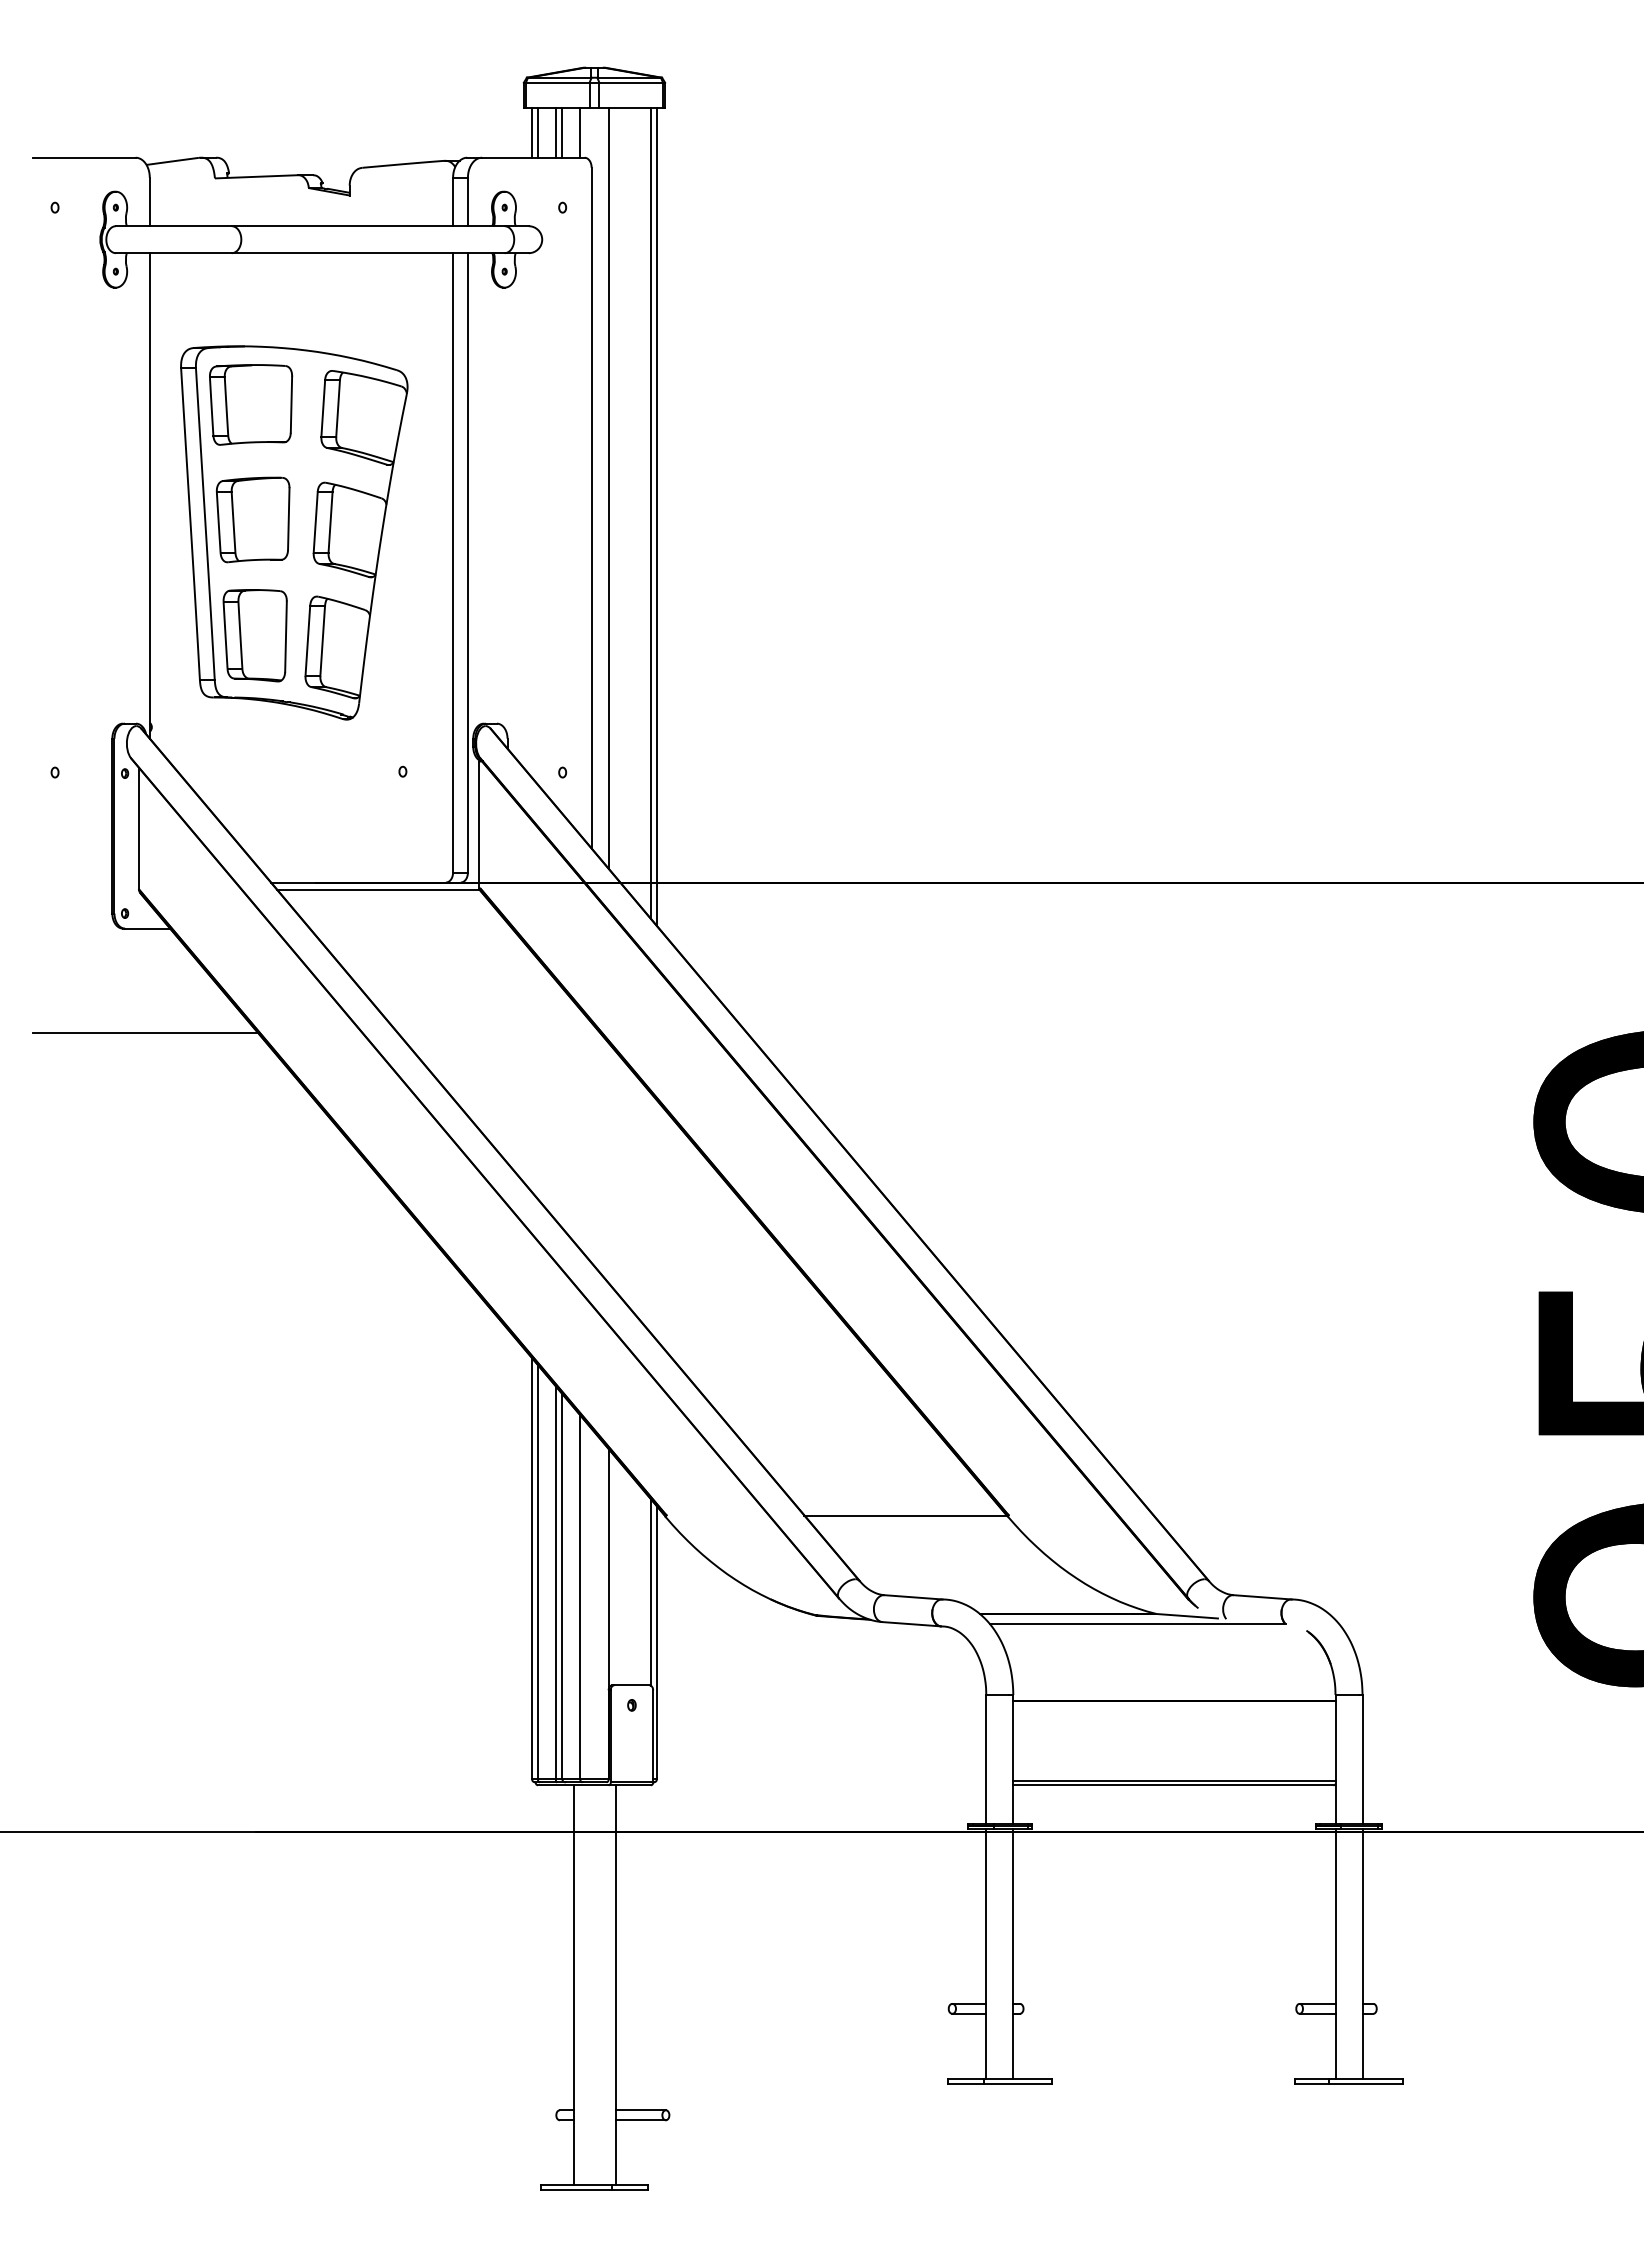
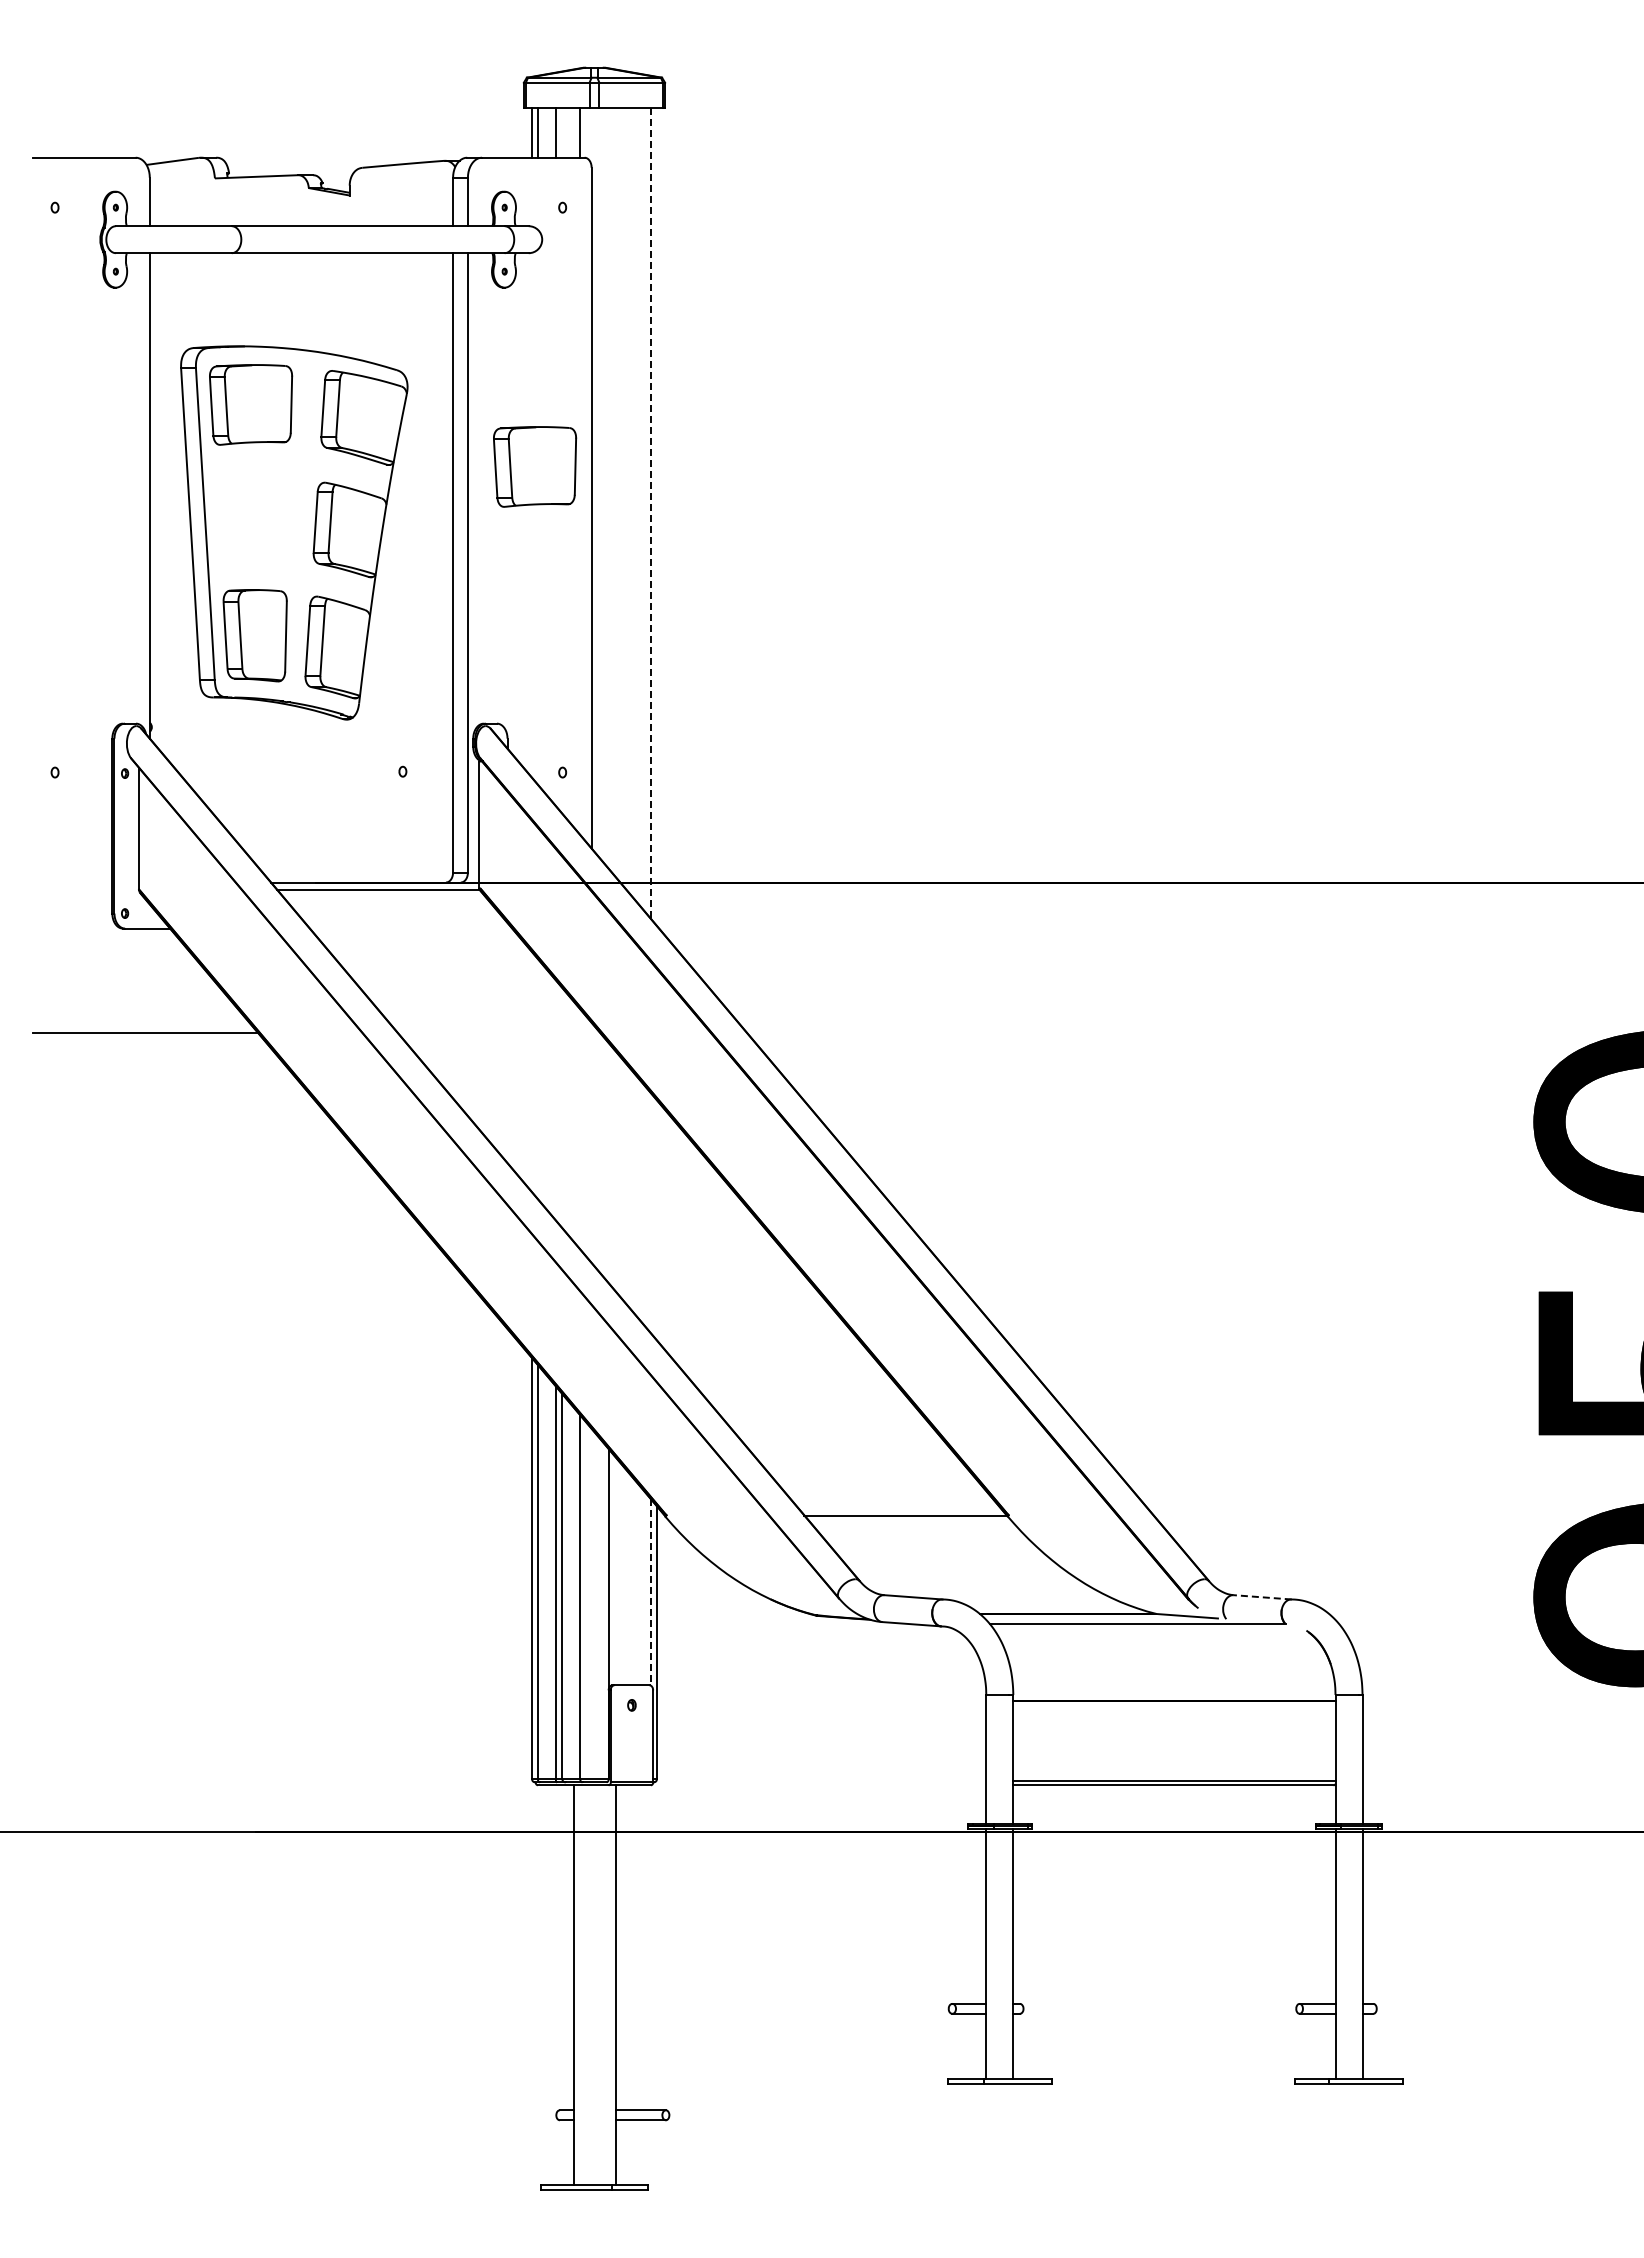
line at (562, 132): present -> none
part at (535, 466): none -> present
line at (608, 487): present -> none
line at (651, 513): solid -> dashed
line at (656, 516): present -> none
part at (252, 519): present -> none
line at (650, 1592): solid -> dashed
line at (1262, 1597): solid -> dashed
